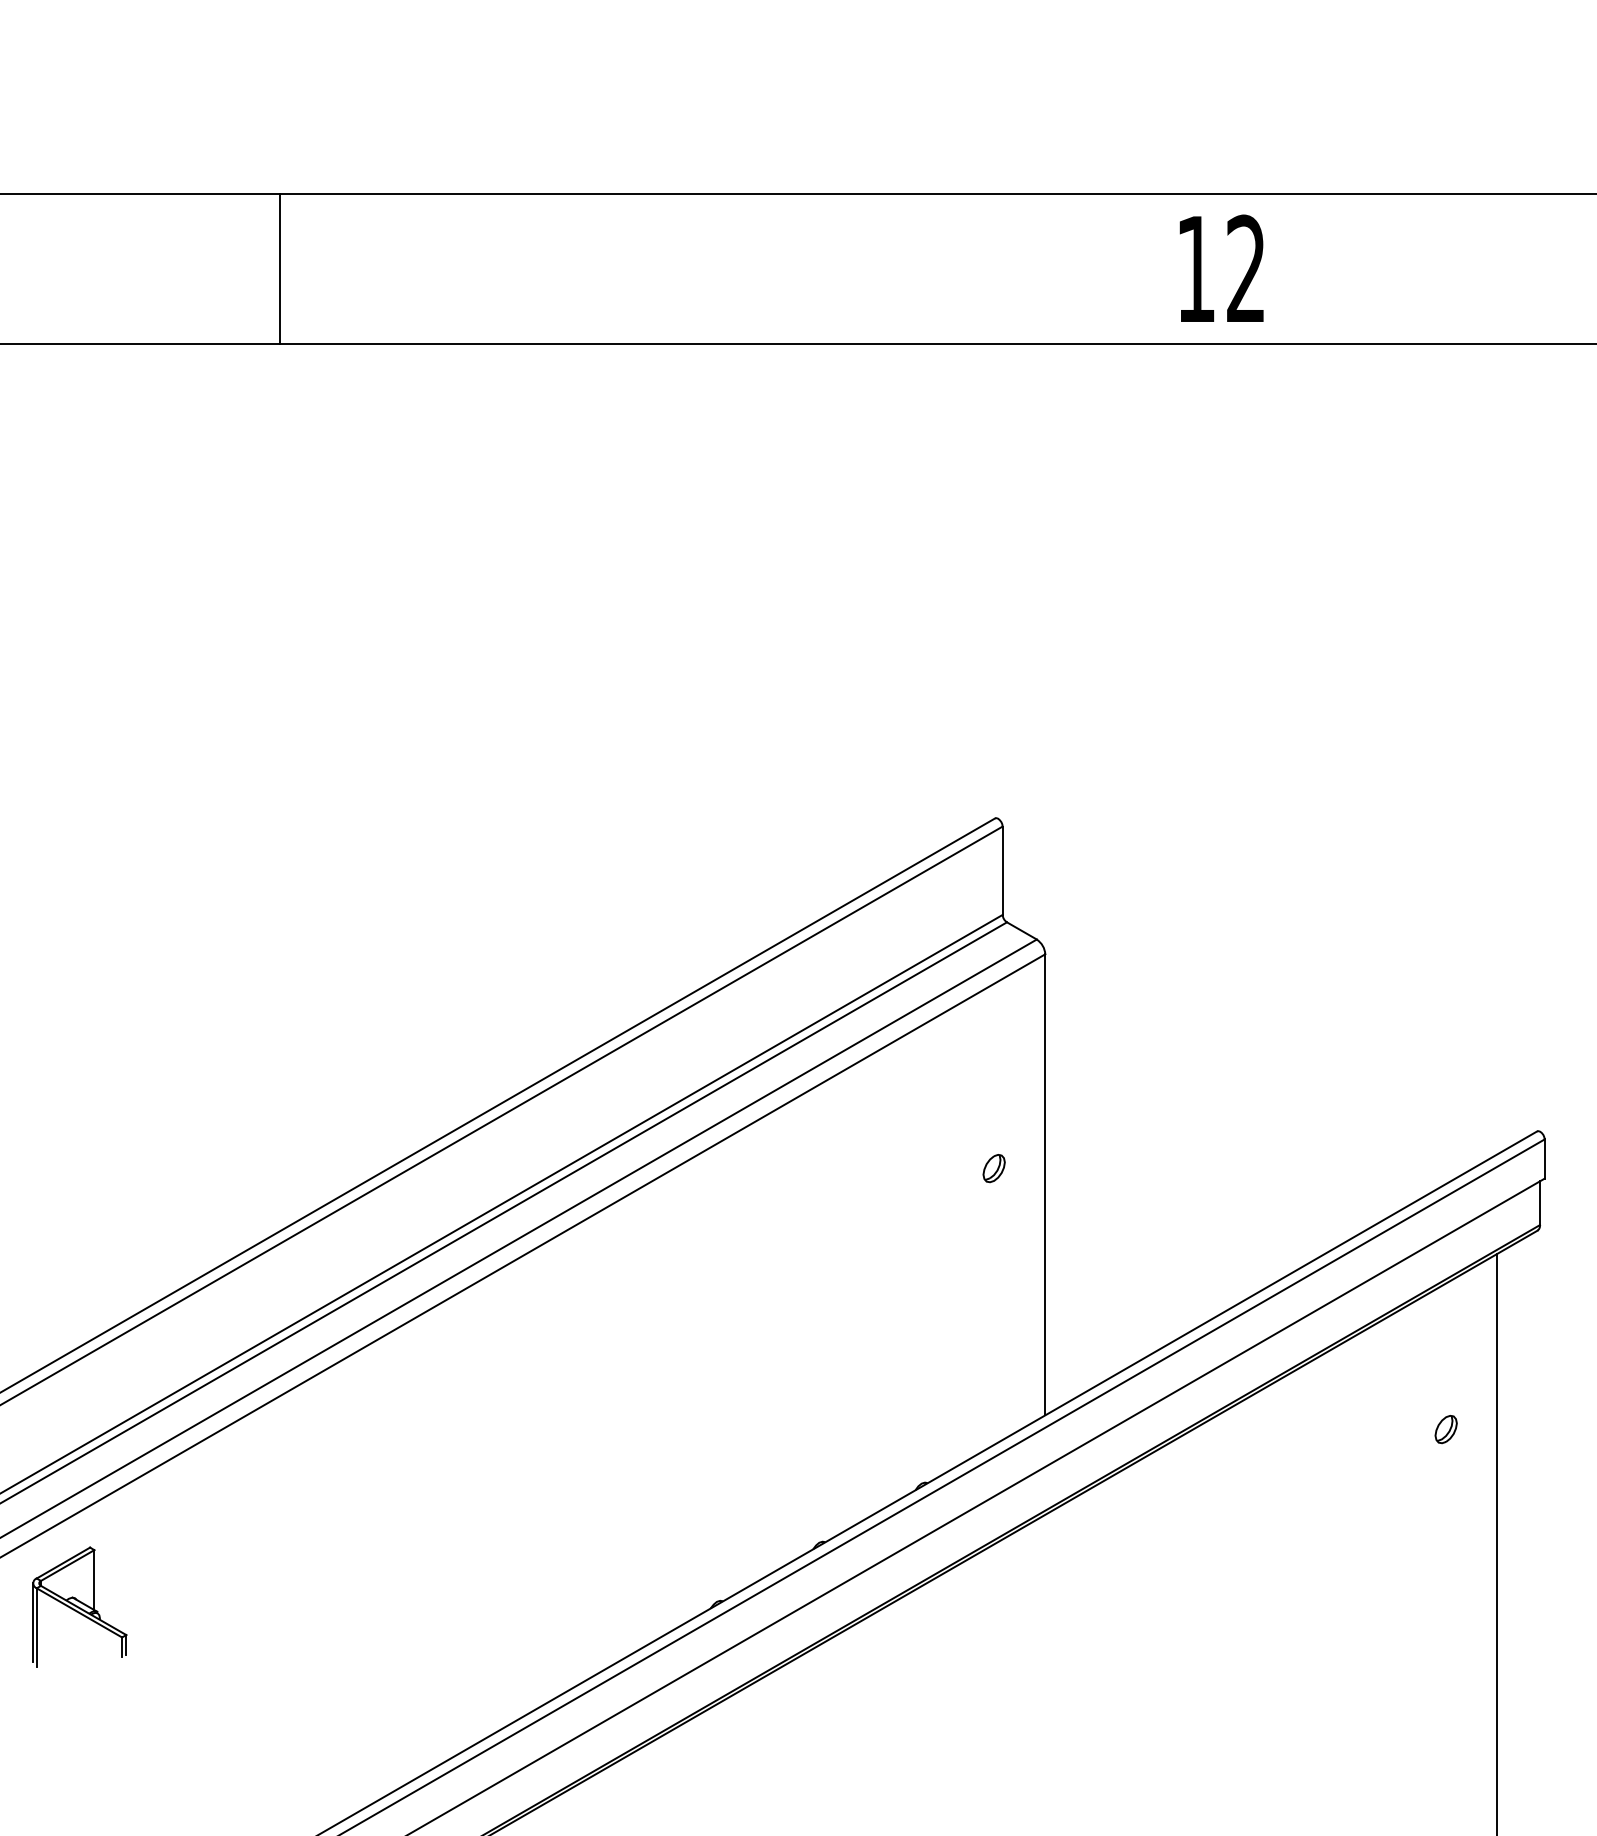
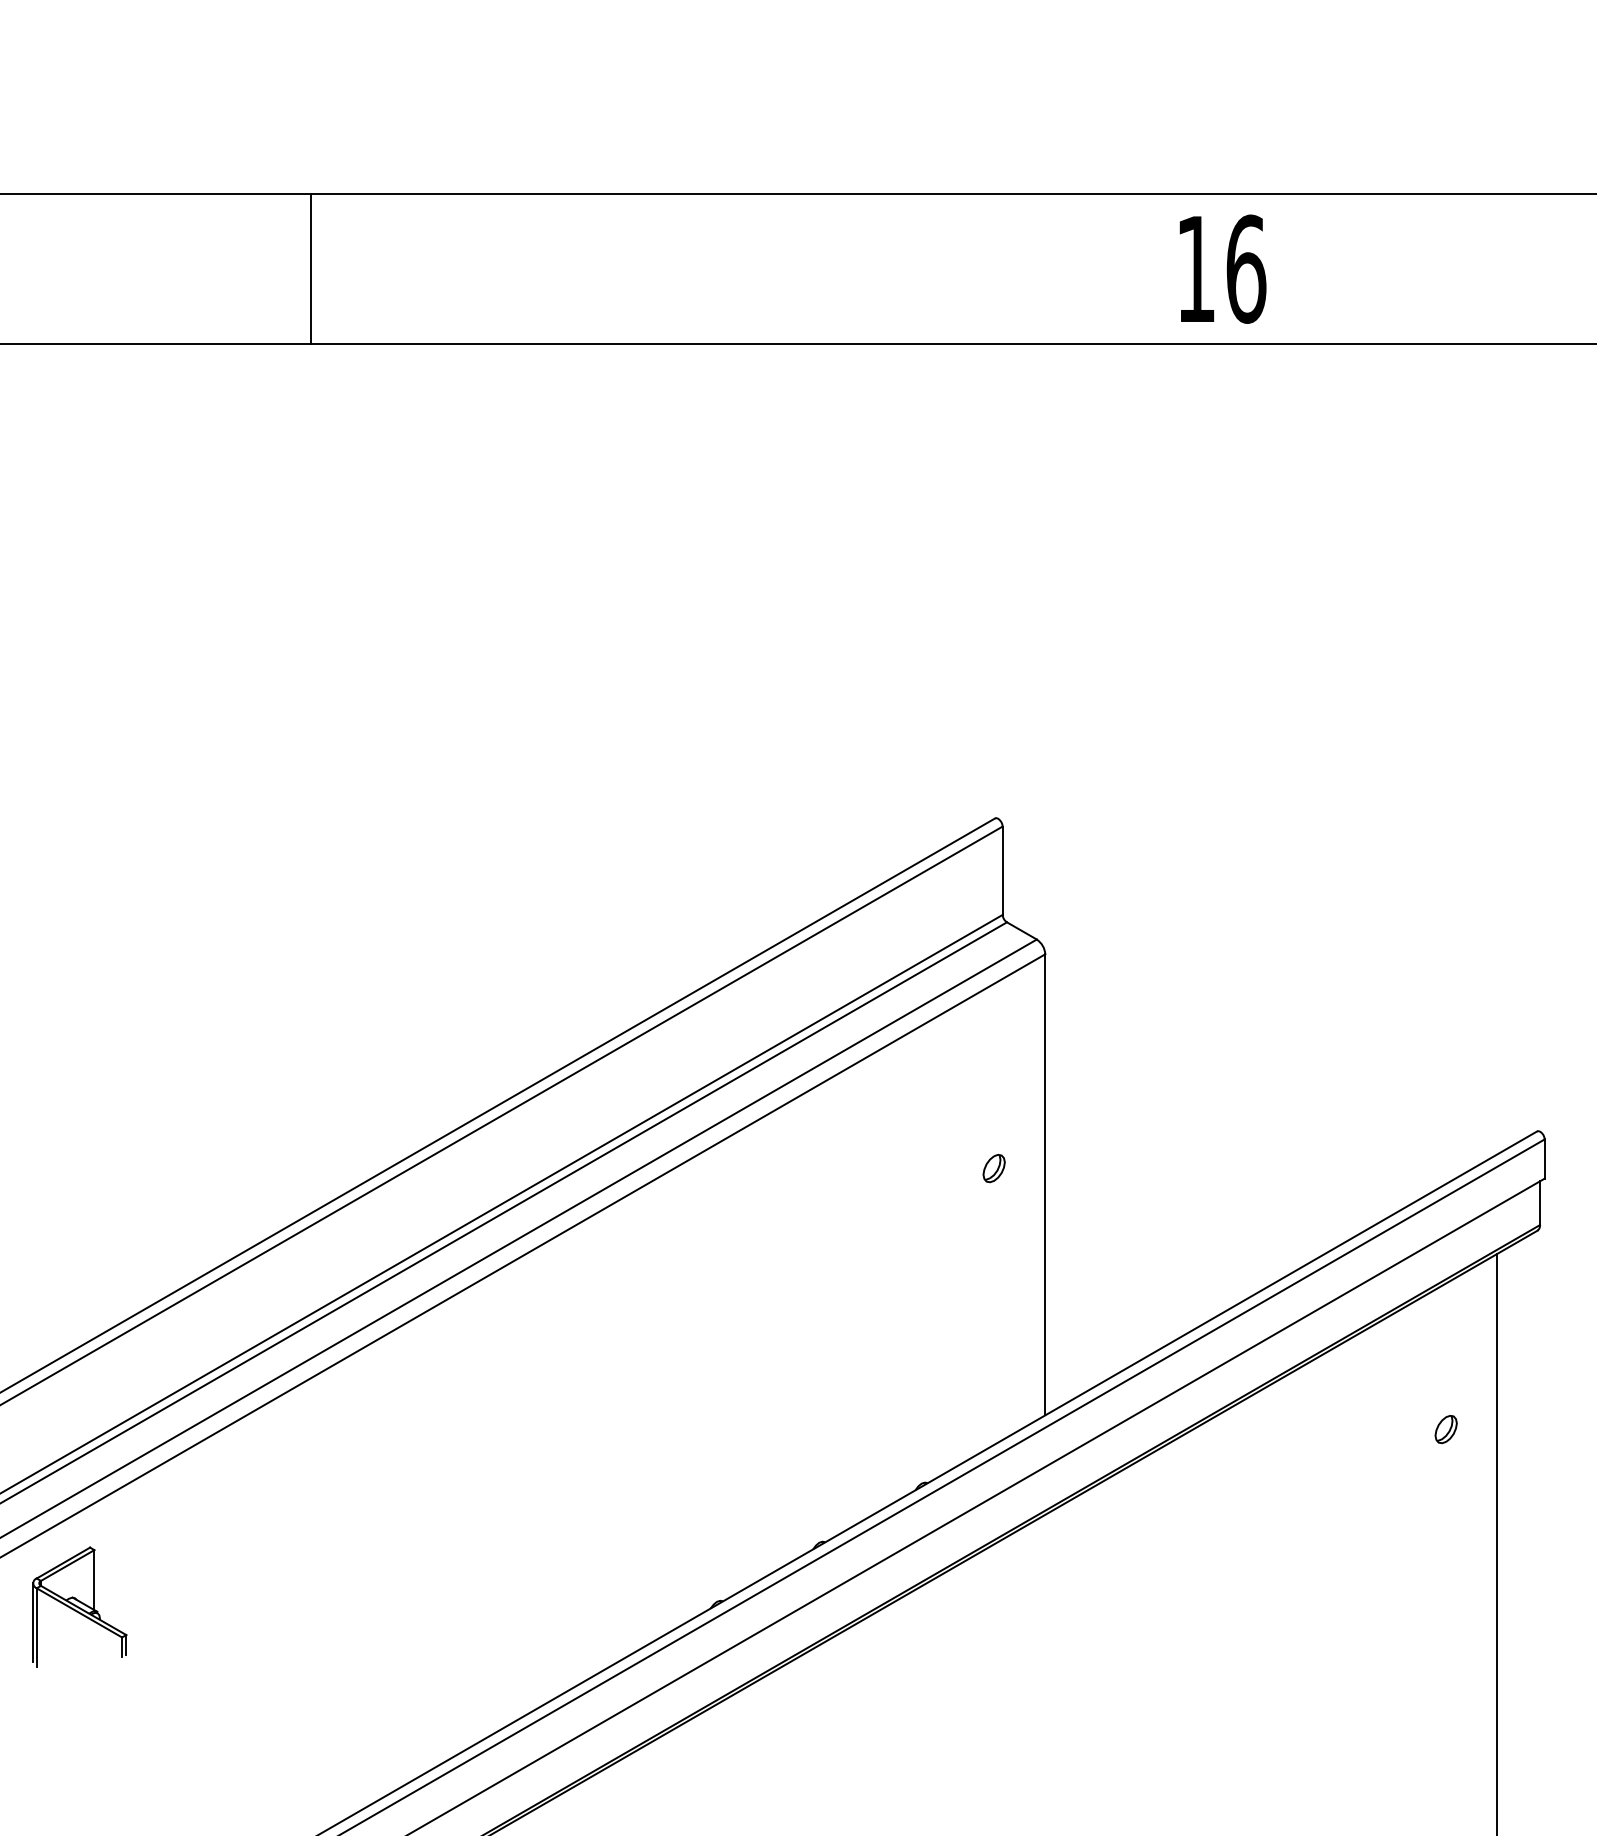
line at (279, 268) position: (279, 268) -> (310, 268)
text at (1246, 268): 12 -> 16
